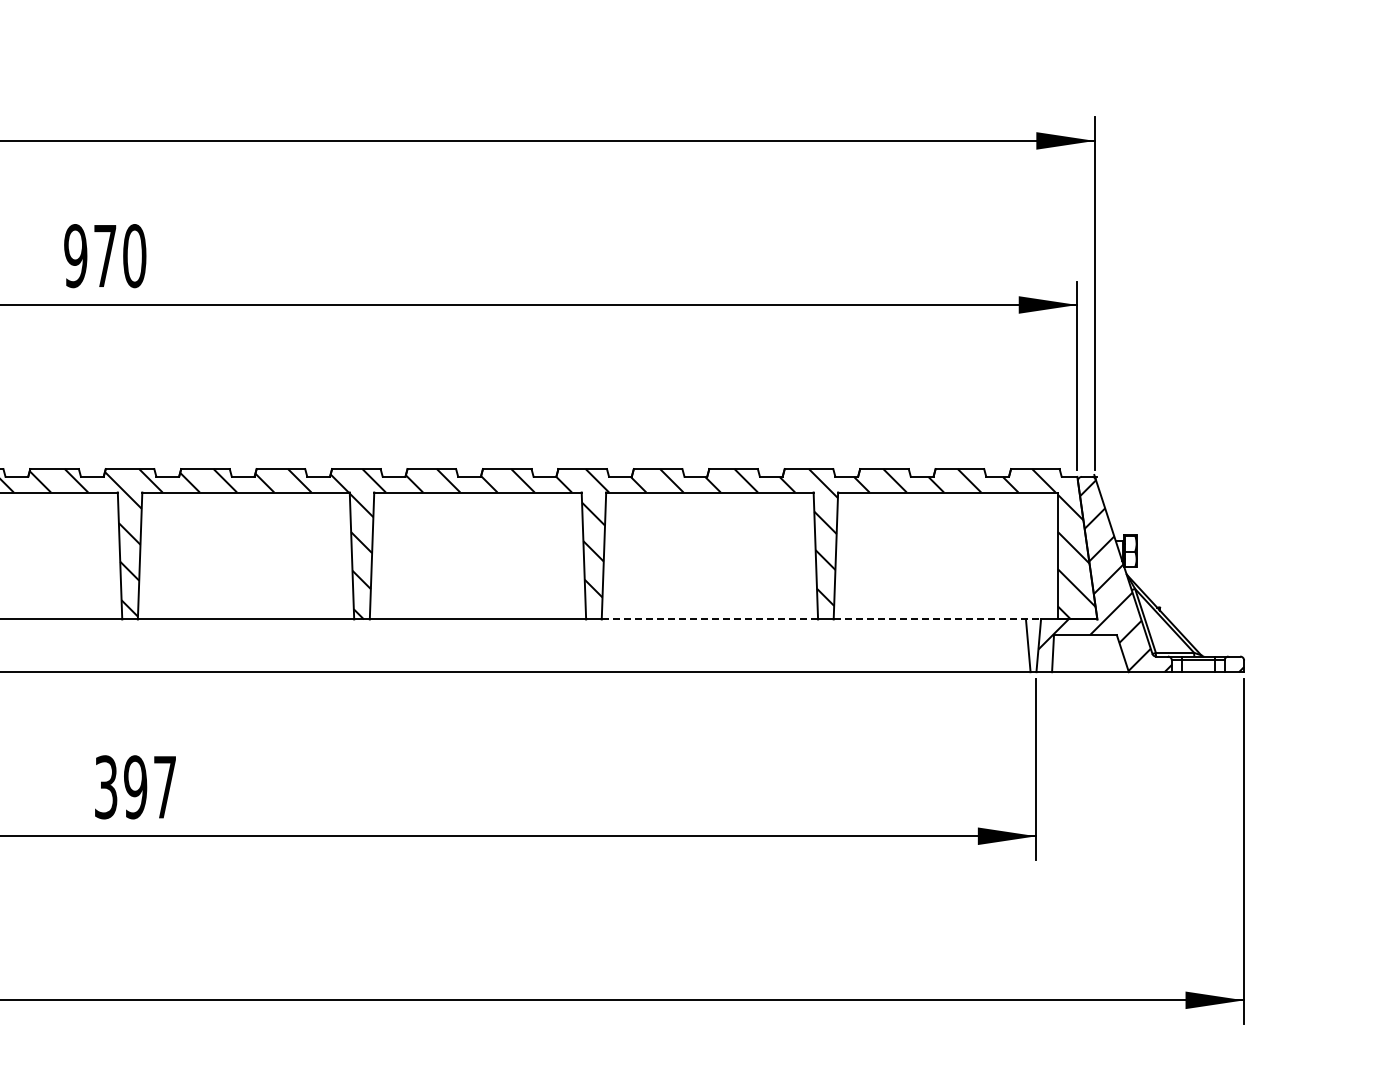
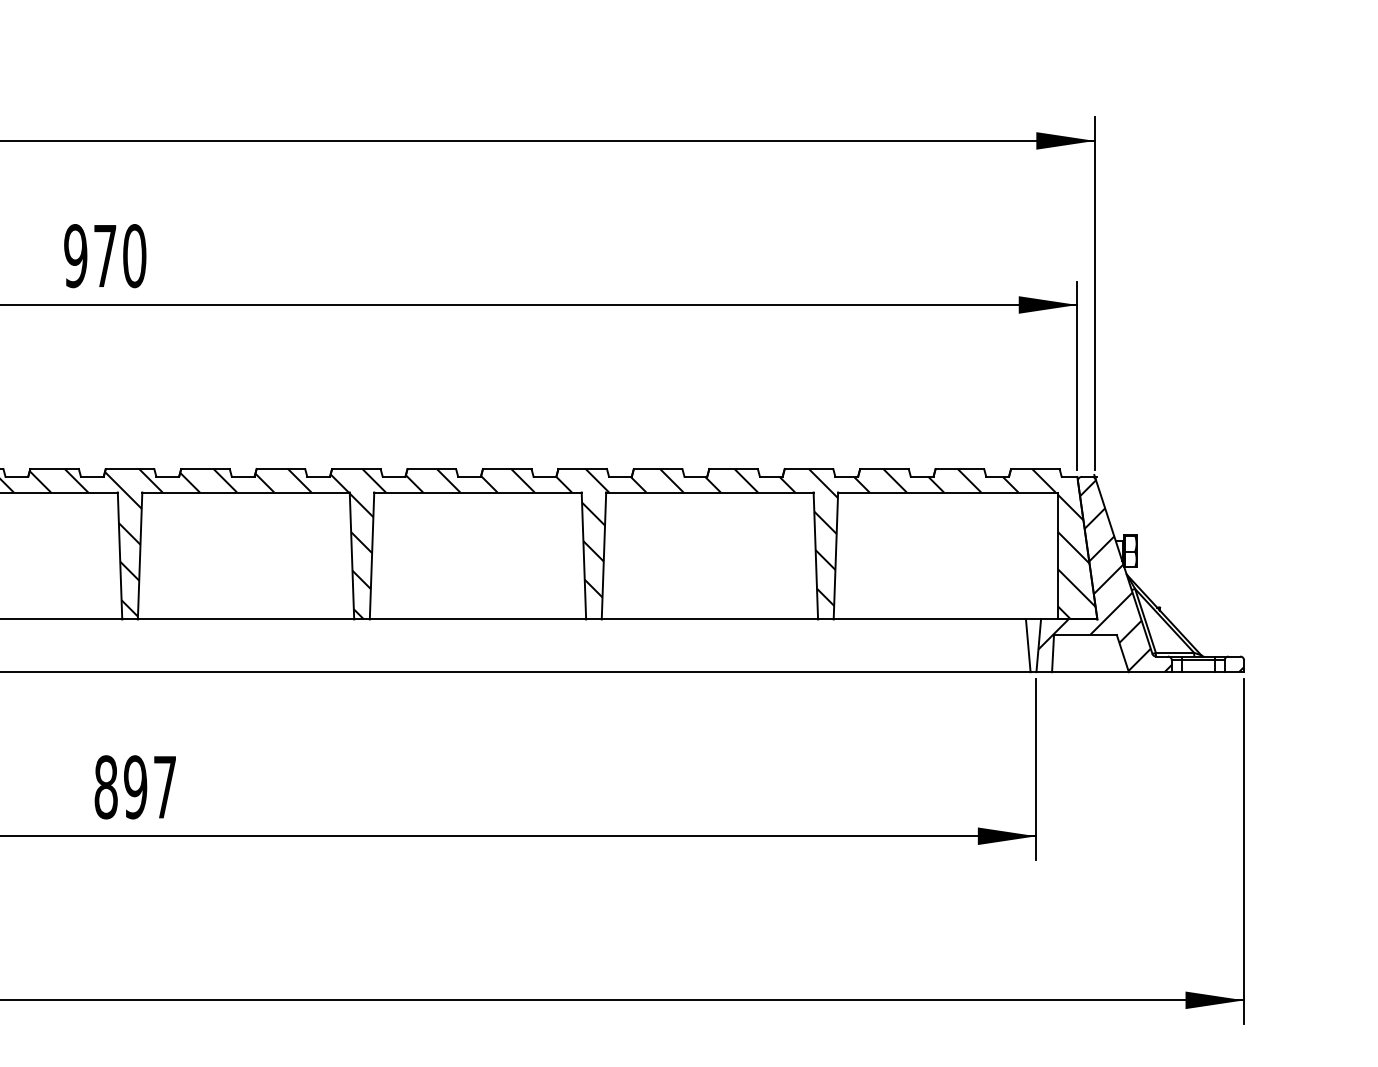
line at (710, 619): dashed -> solid
line at (937, 619): dashed -> solid
text at (105, 787): 397 -> 897
